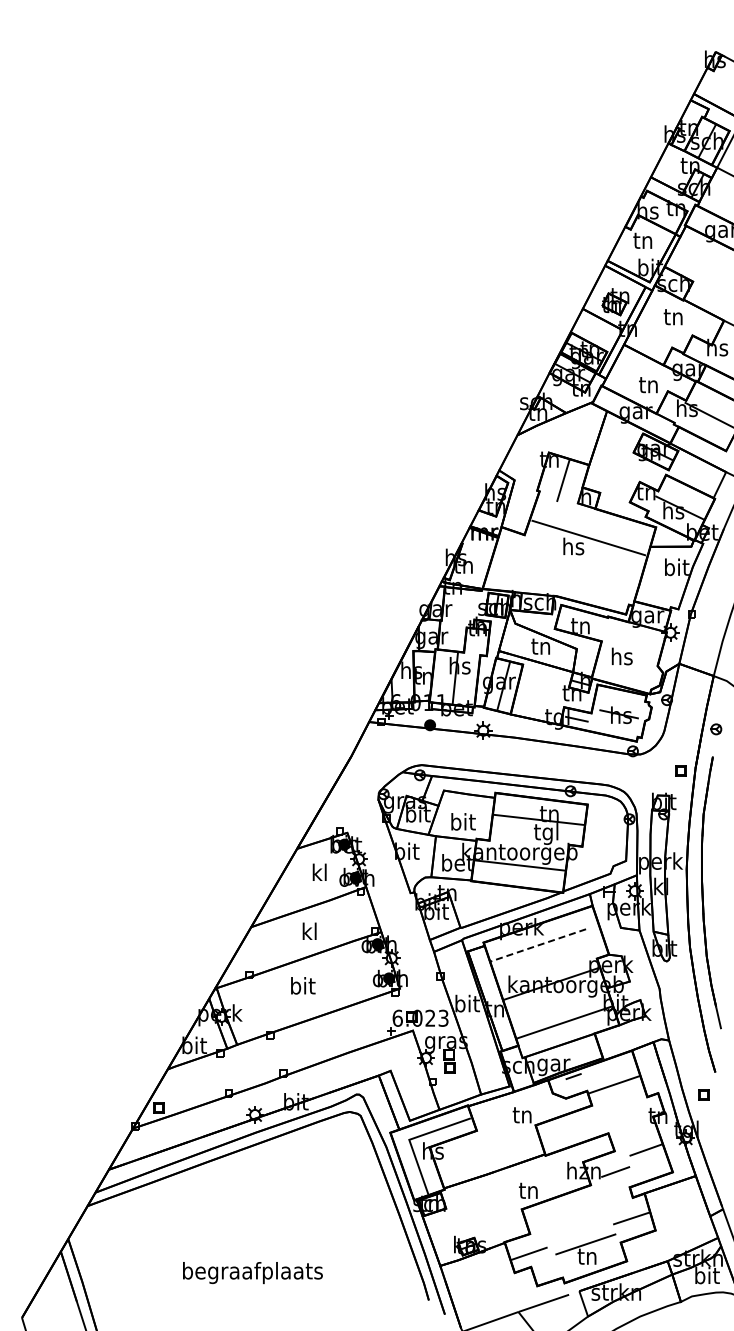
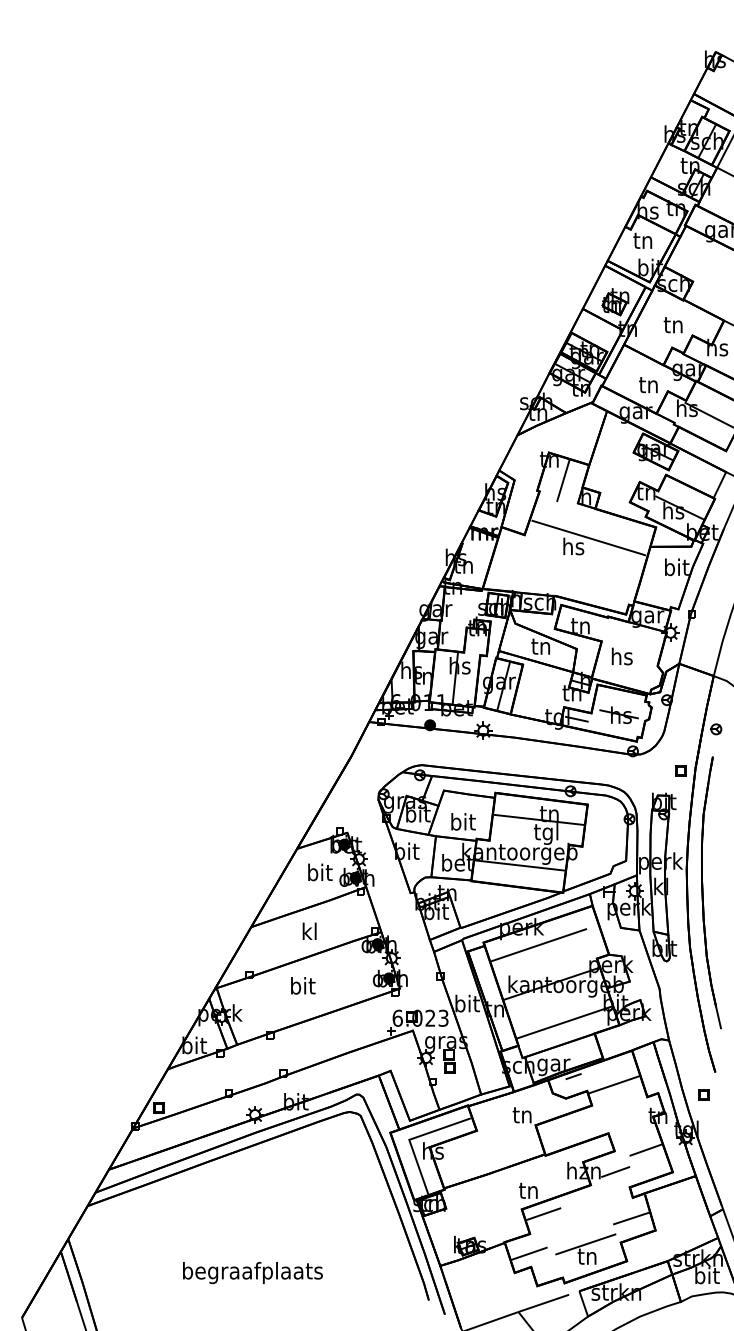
text at (672, 317) position: (672, 317) -> (672, 325)
text at (320, 872): kl -> bit
line at (537, 945): dashed -> solid
line at (543, 1213): none -> present
